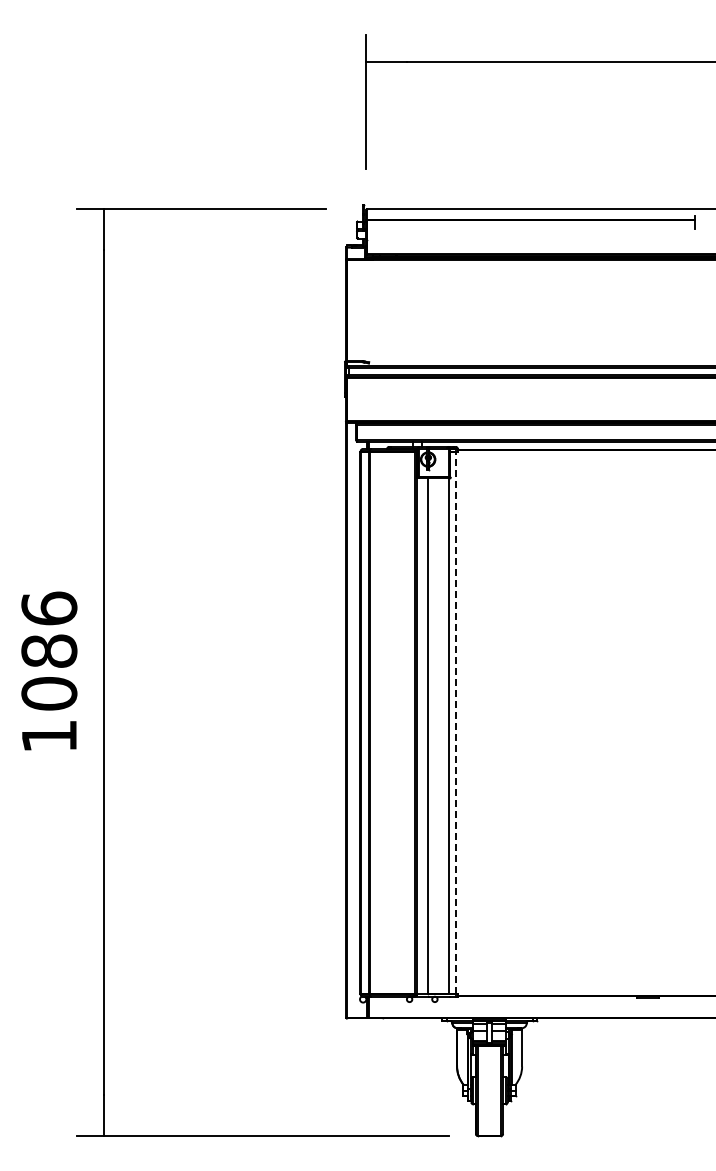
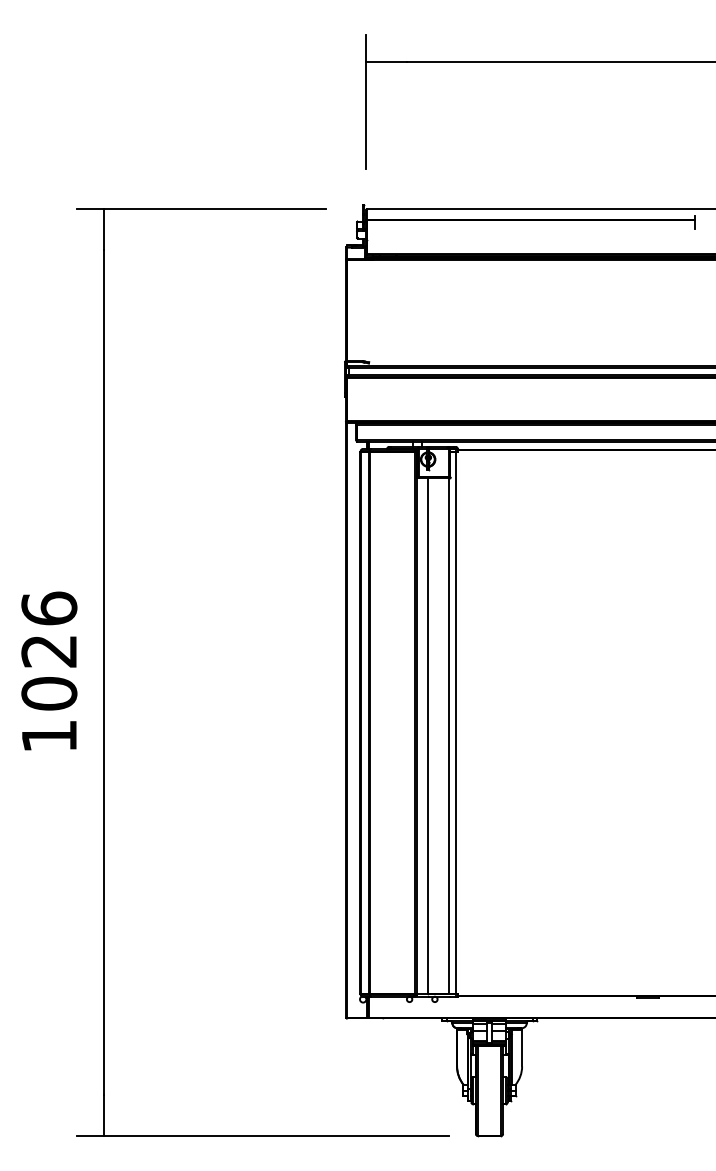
text at (49, 650): 1086 -> 1026
line at (455, 722): dashed -> solid
